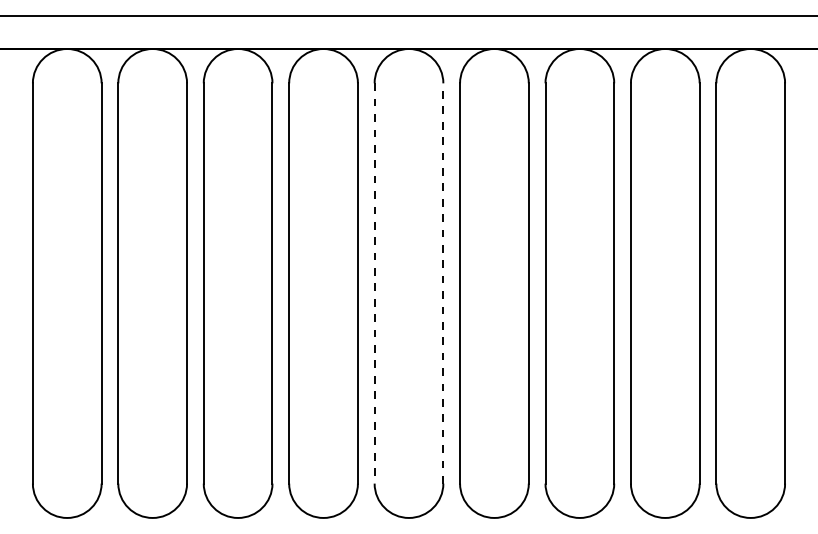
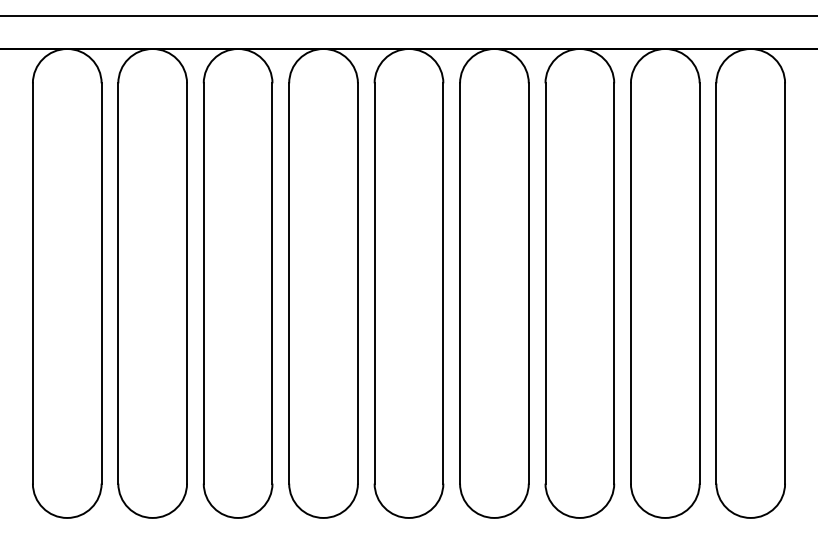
line at (443, 282): dashed -> solid
line at (374, 283): dashed -> solid
